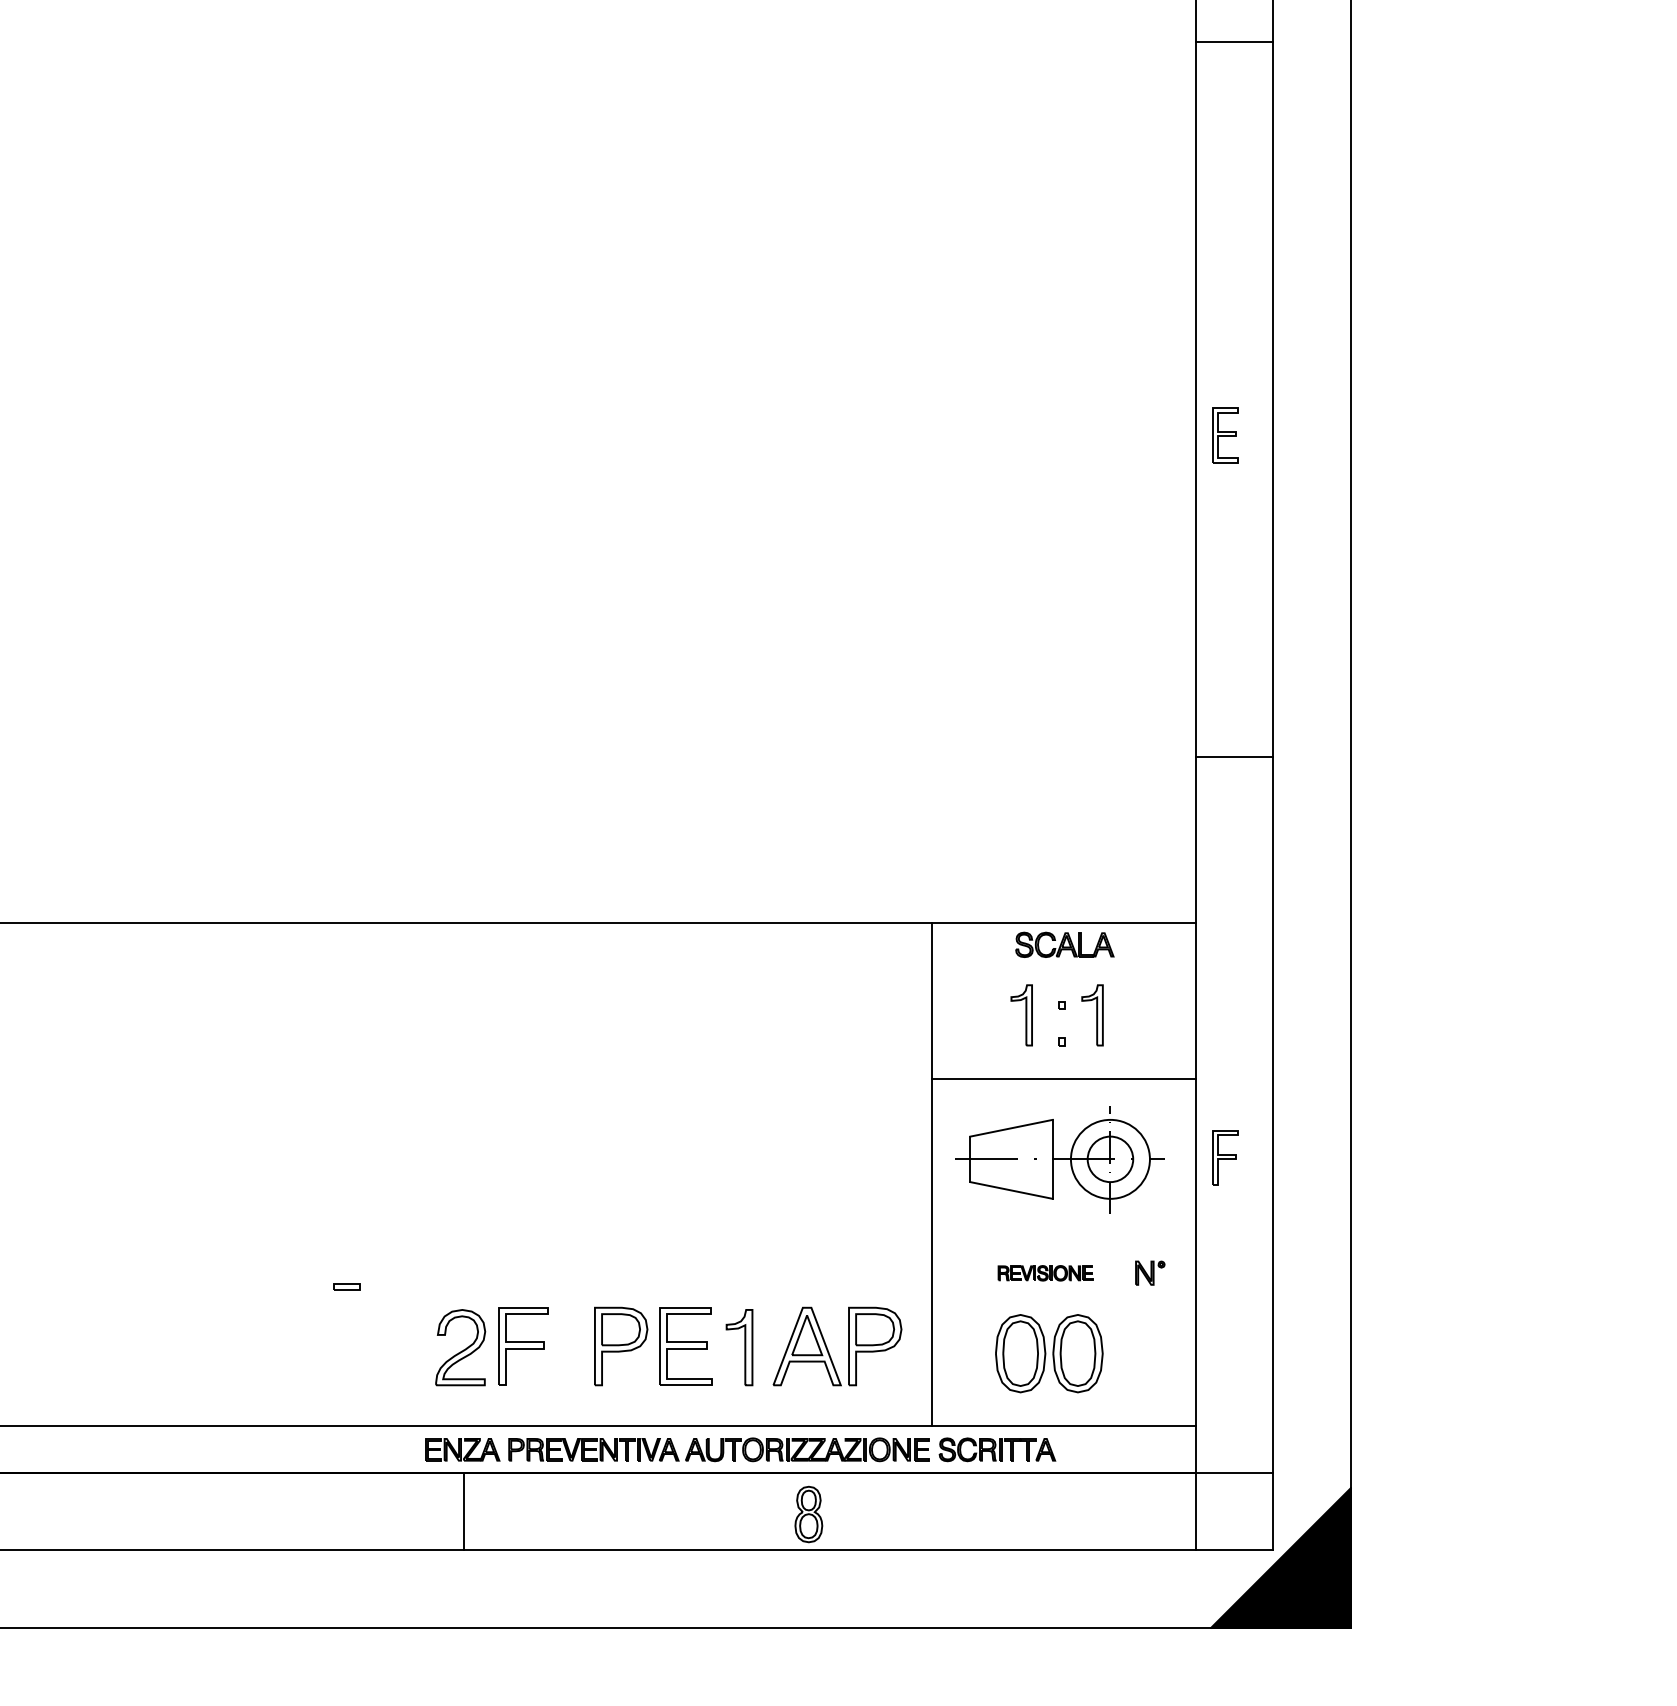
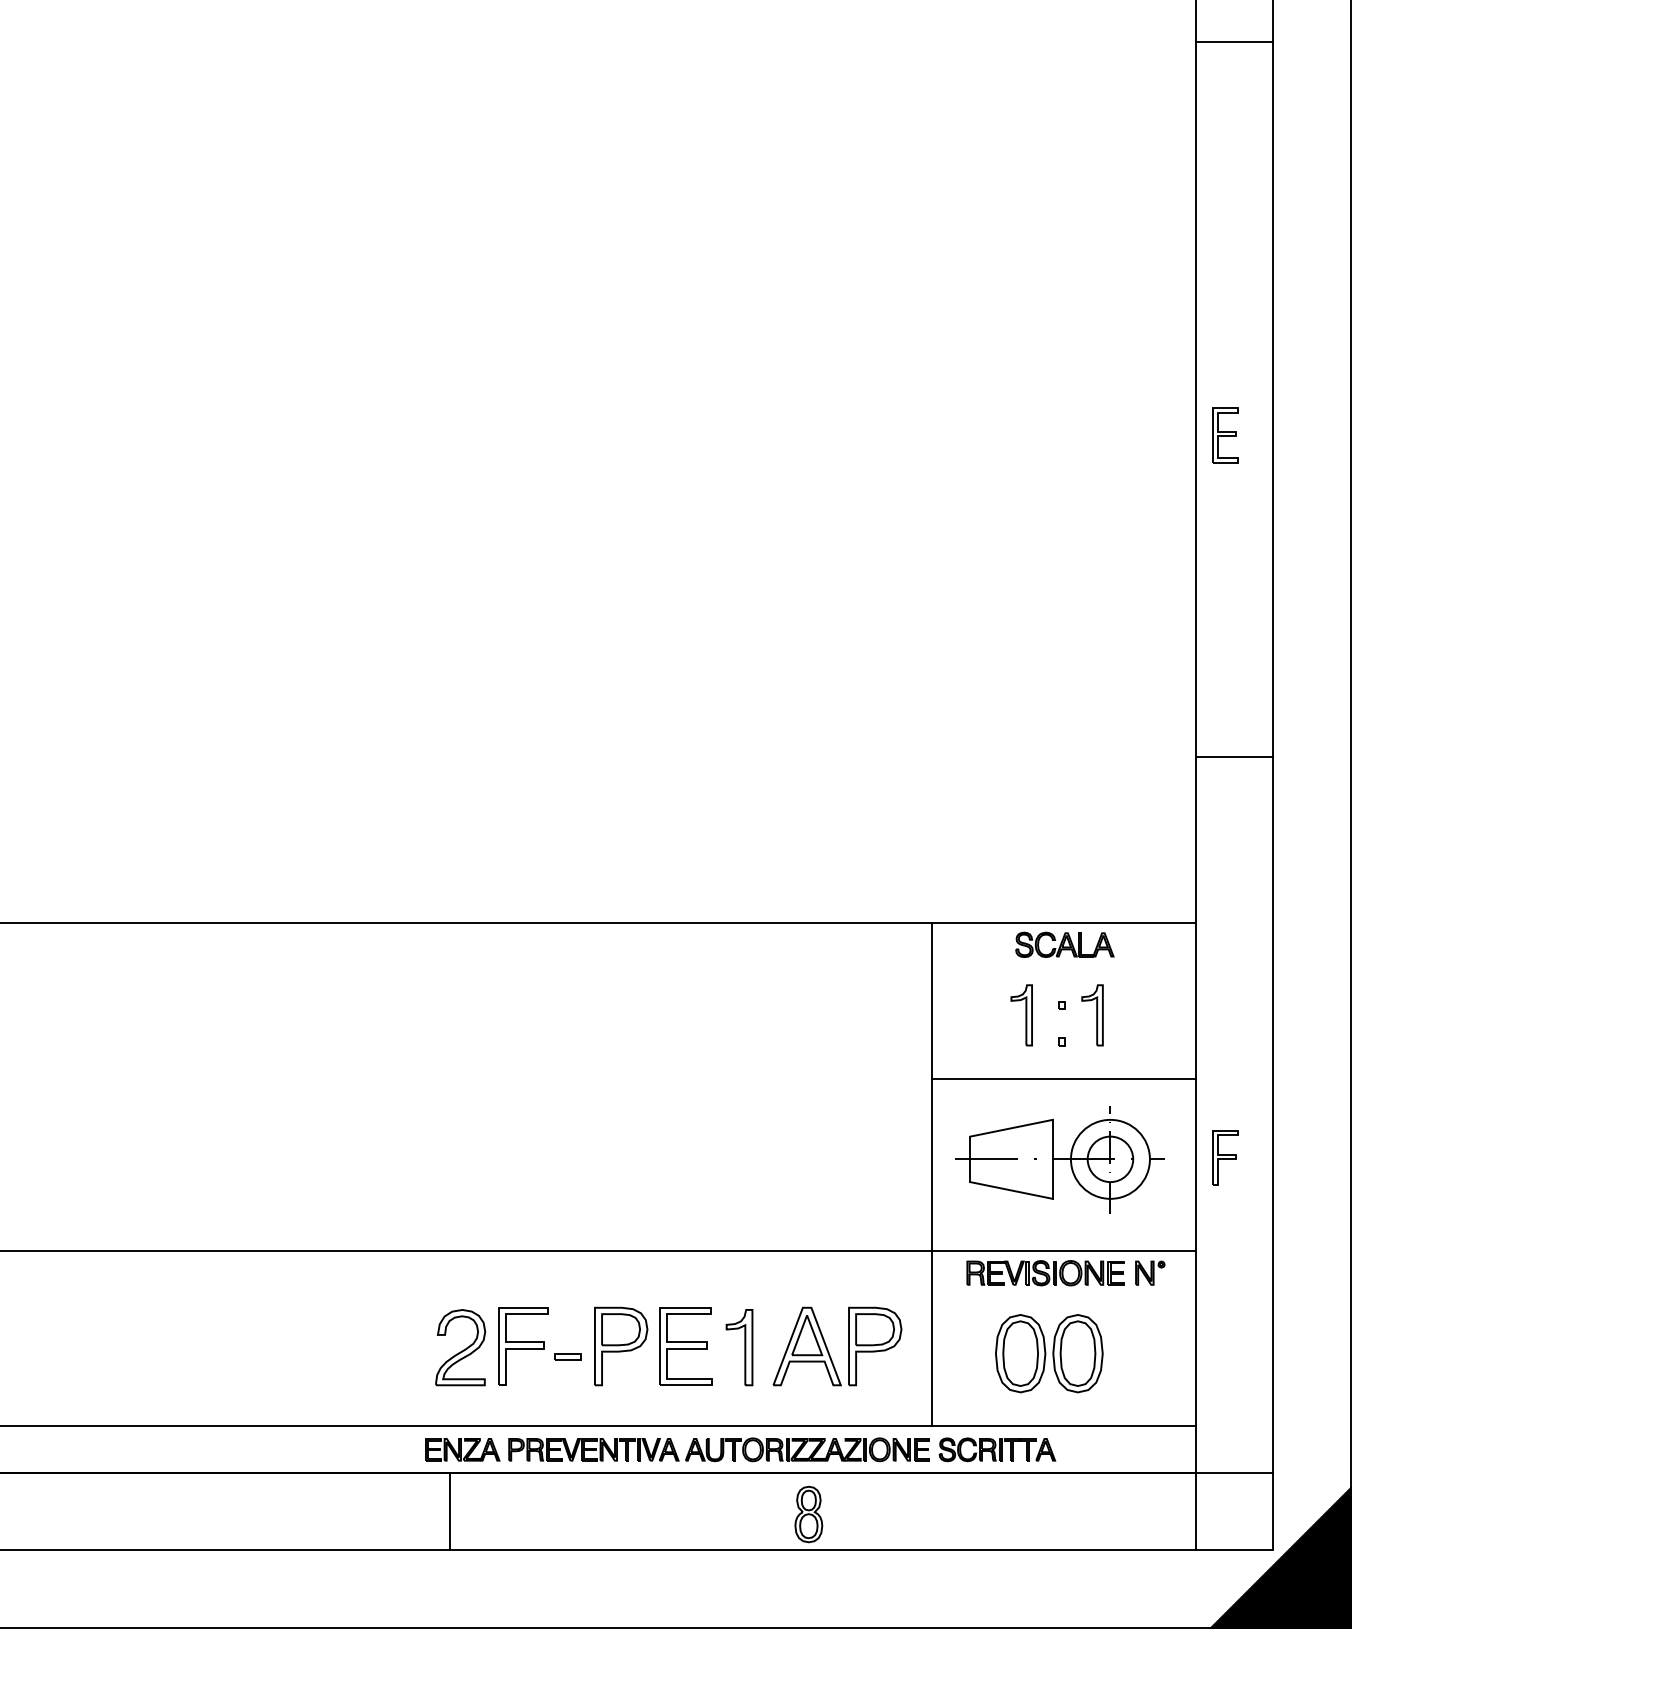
line at (598, 1251): none -> present
part at (1045, 1273) size: 97x17 px -> 159x27 px
part at (346, 1286) position: (346, 1286) -> (567, 1356)
line at (463, 1511) position: (463, 1511) -> (449, 1511)
